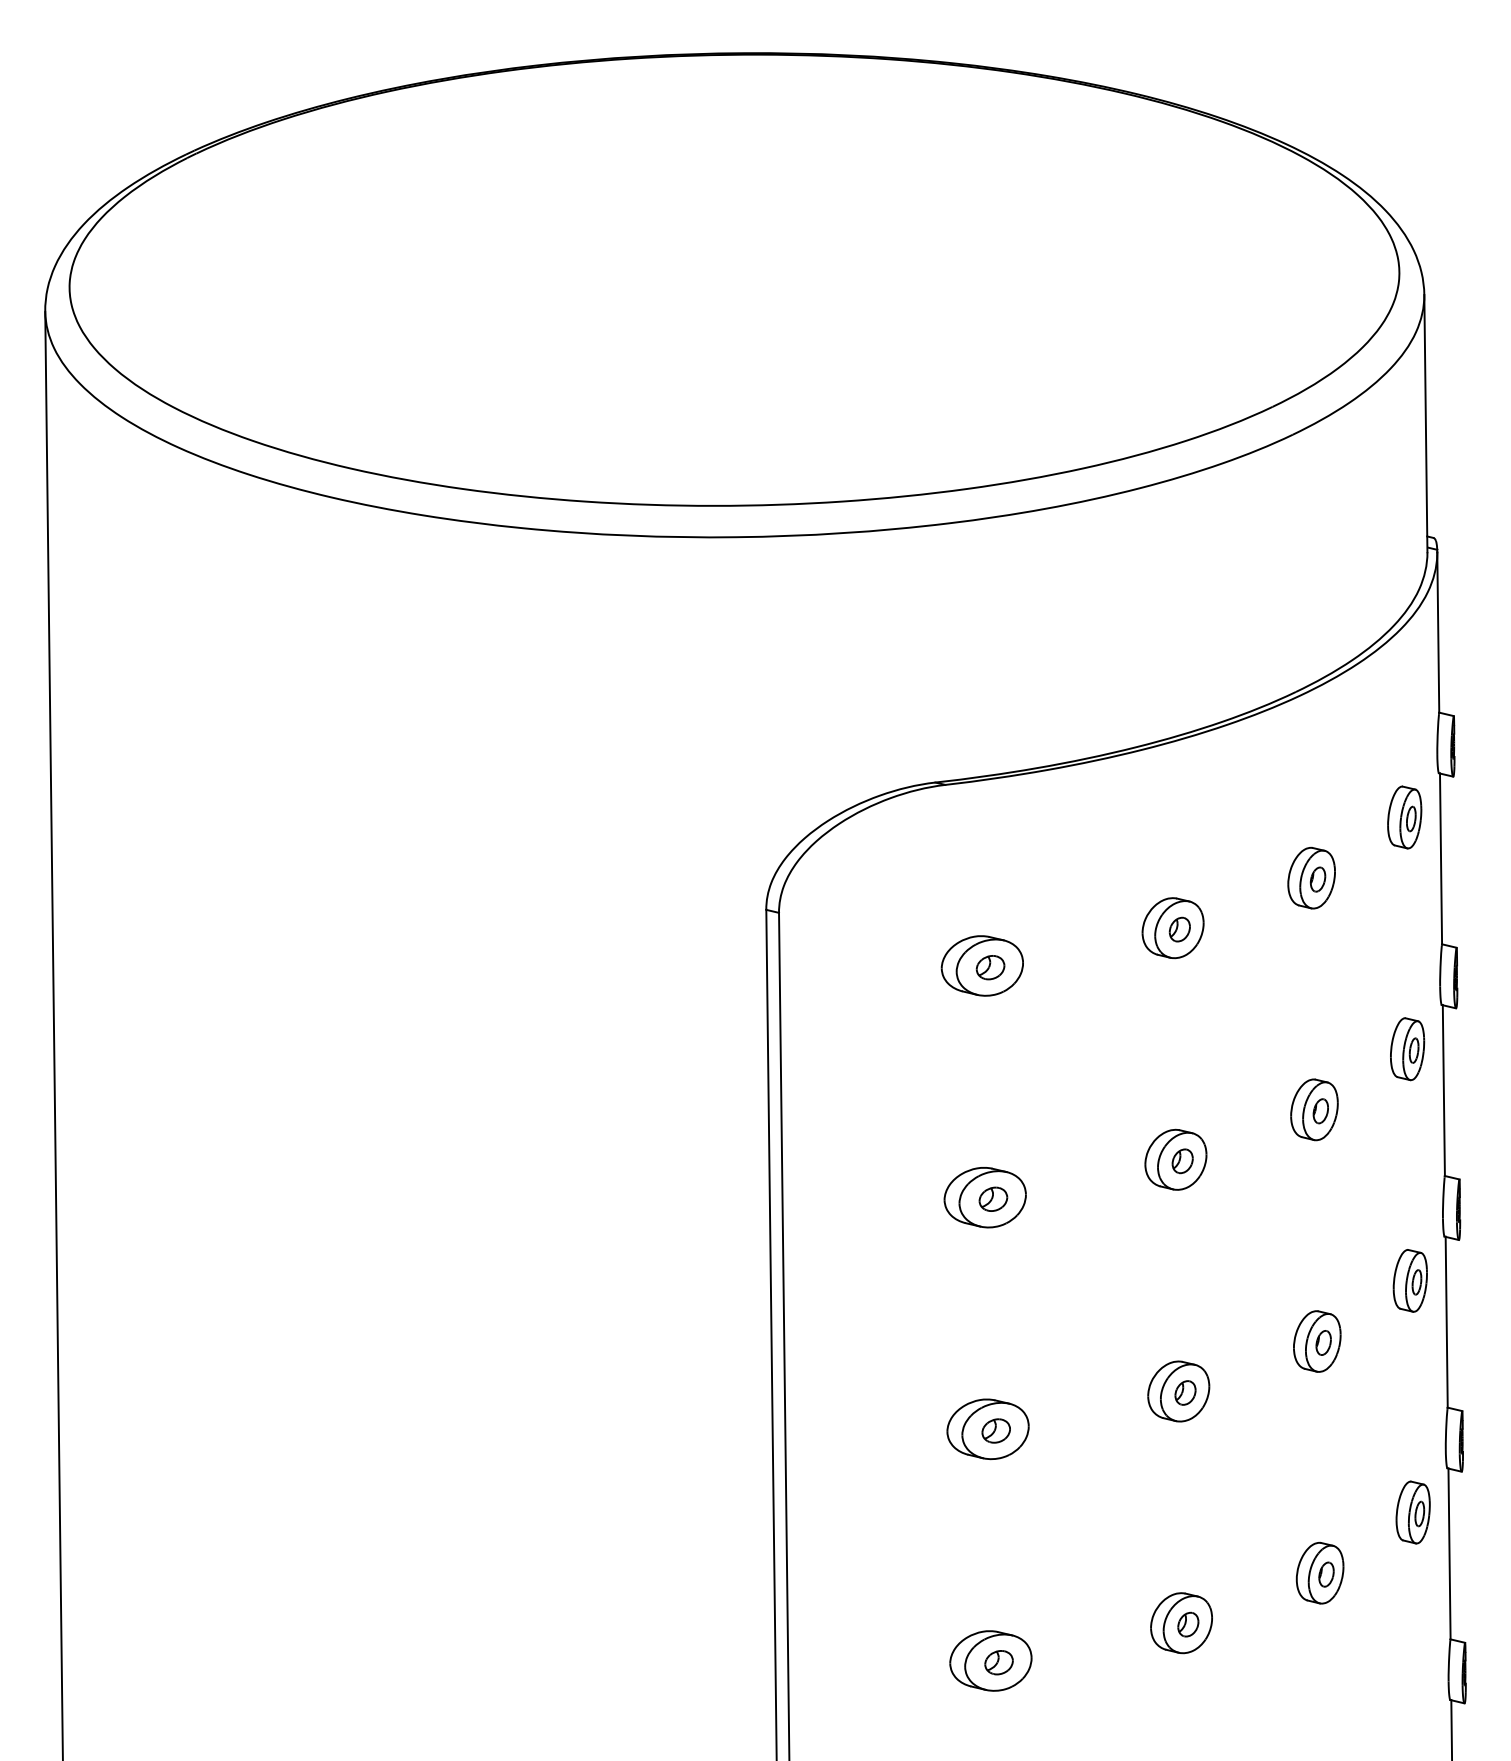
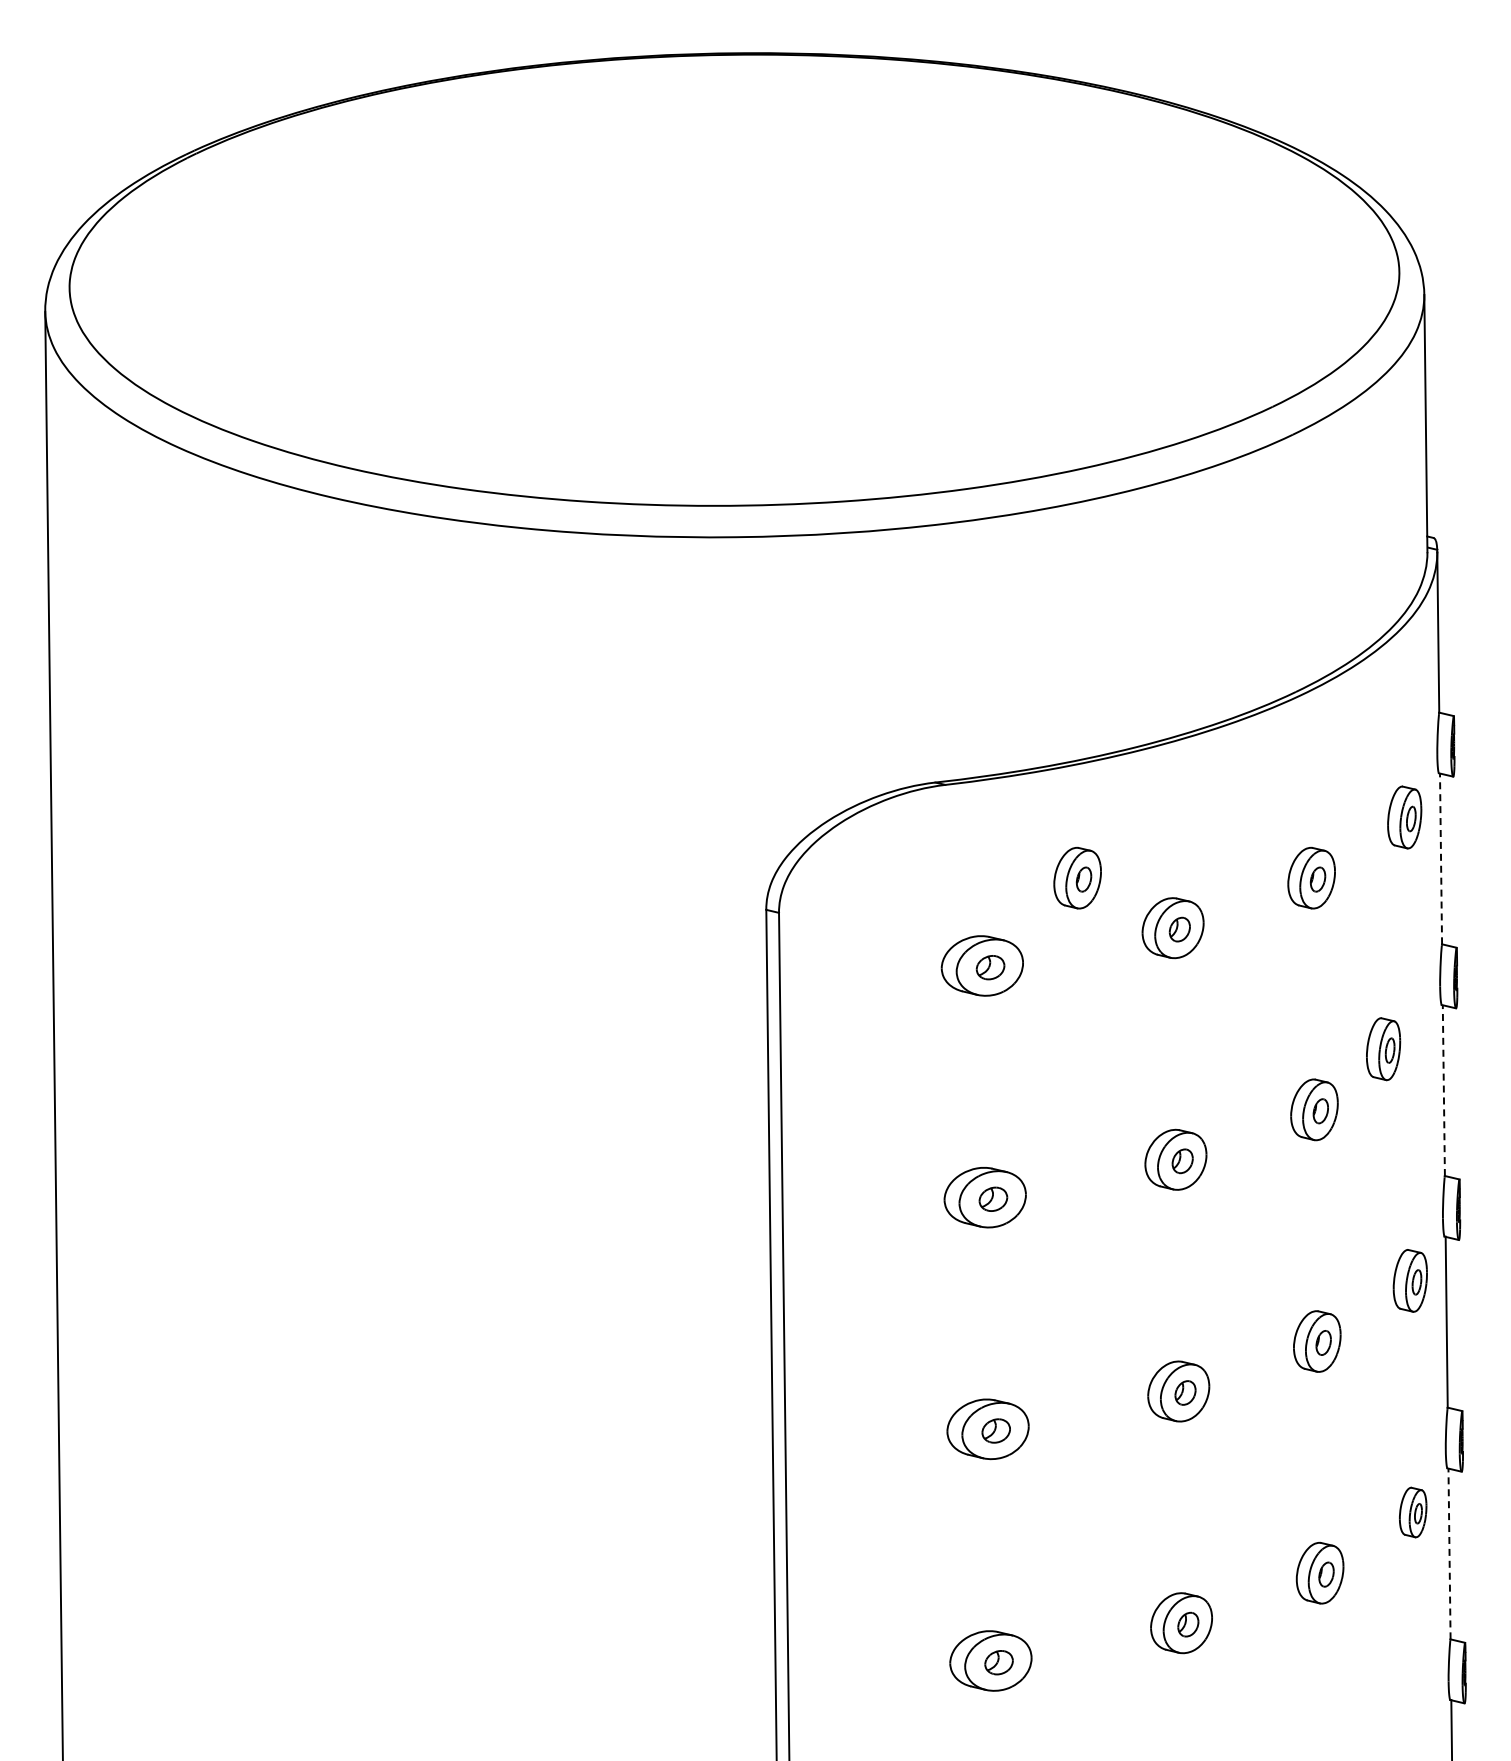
line at (1441, 858): solid -> dashed
part at (1077, 877): none -> present
part at (1407, 1049) position: (1407, 1049) -> (1383, 1049)
line at (1443, 1090): solid -> dashed
part at (1412, 1512) size: 36x65 px -> 29x53 px
line at (1449, 1553): solid -> dashed
